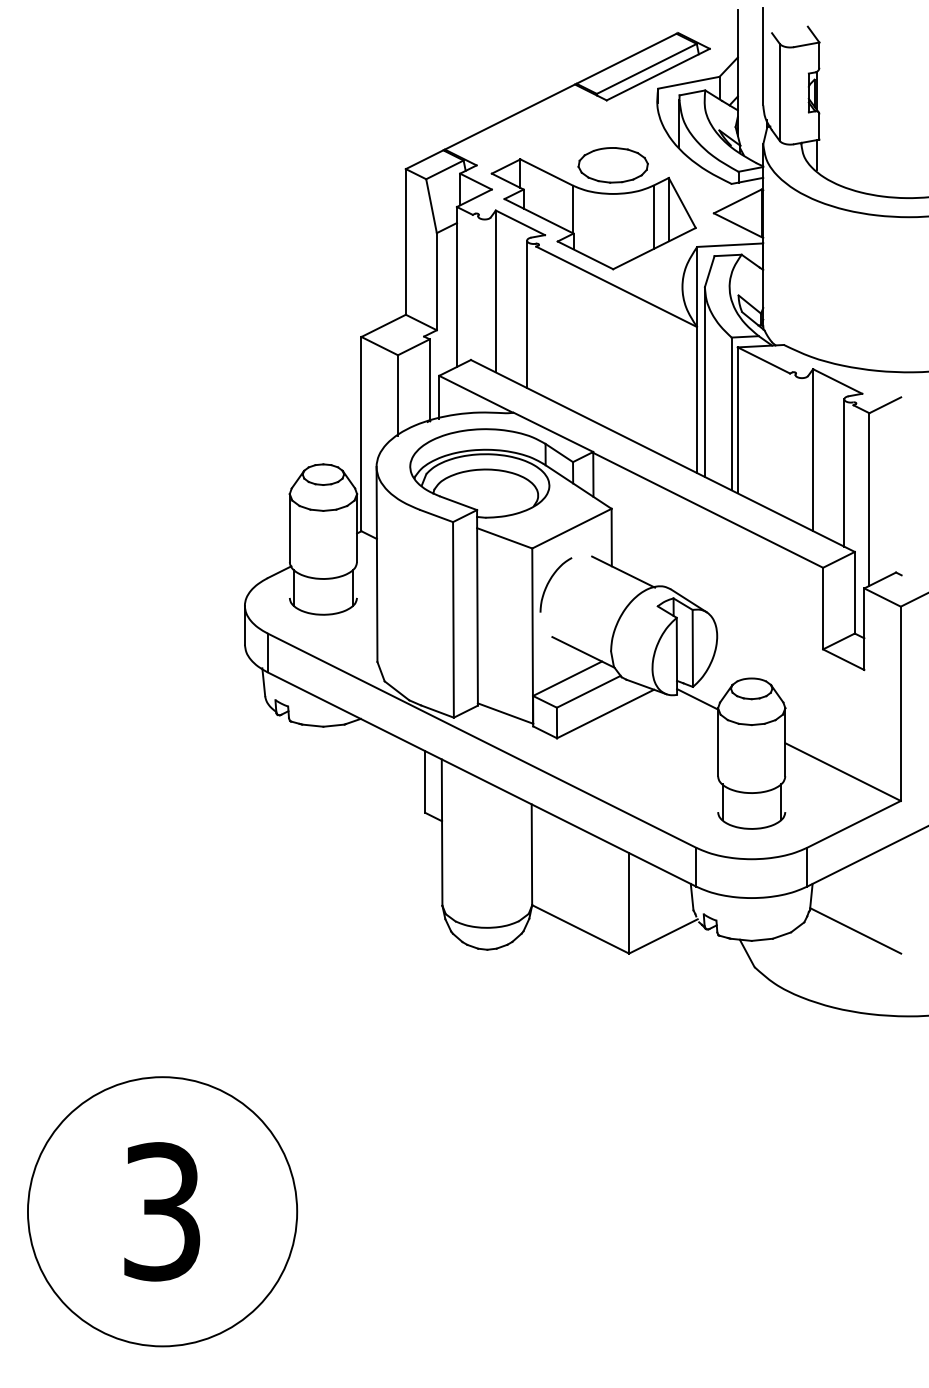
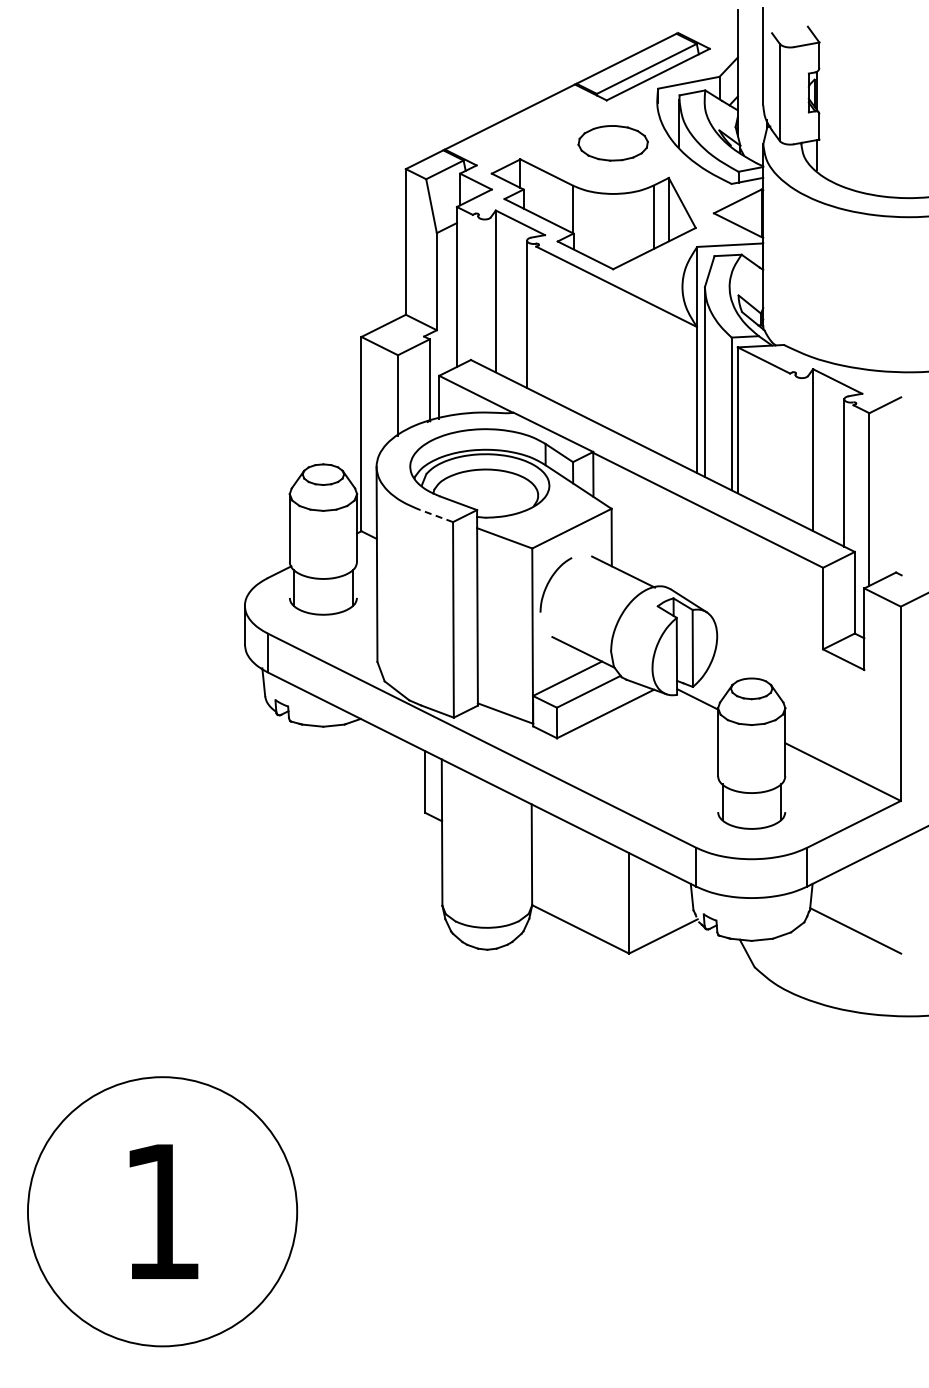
part at (612, 165) position: (612, 165) -> (612, 143)
line at (436, 516): solid -> dashed
text at (162, 1211): 3 -> 1
